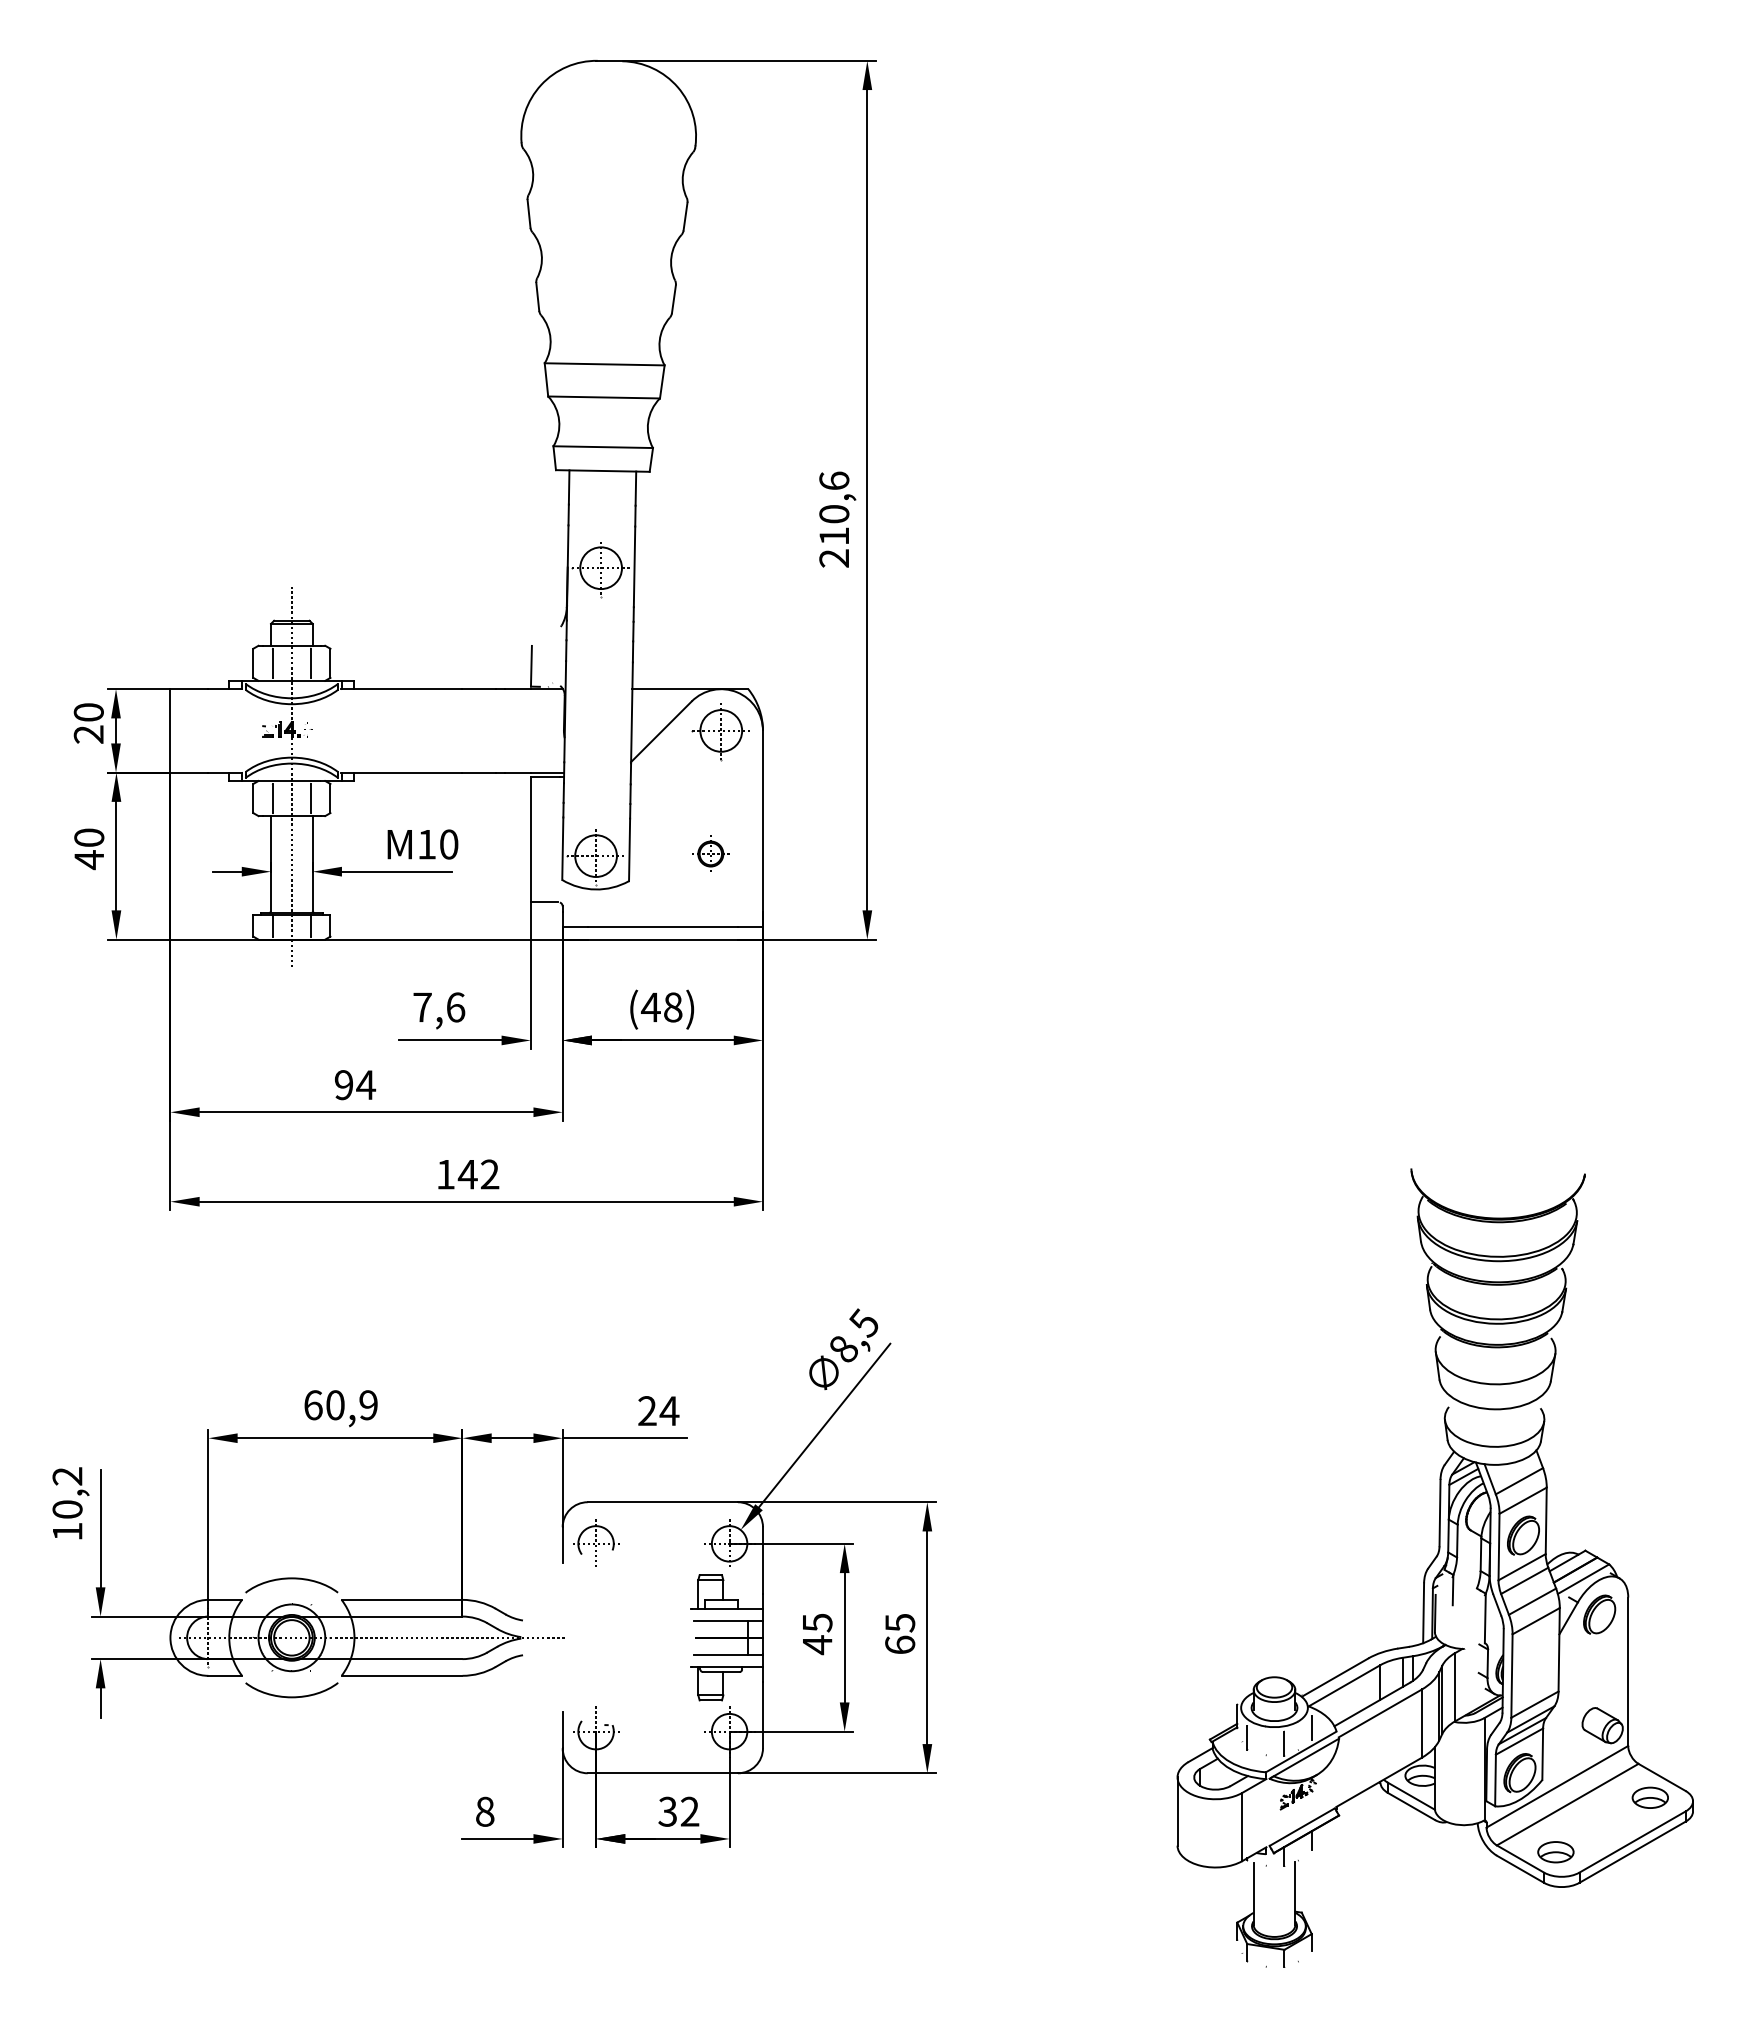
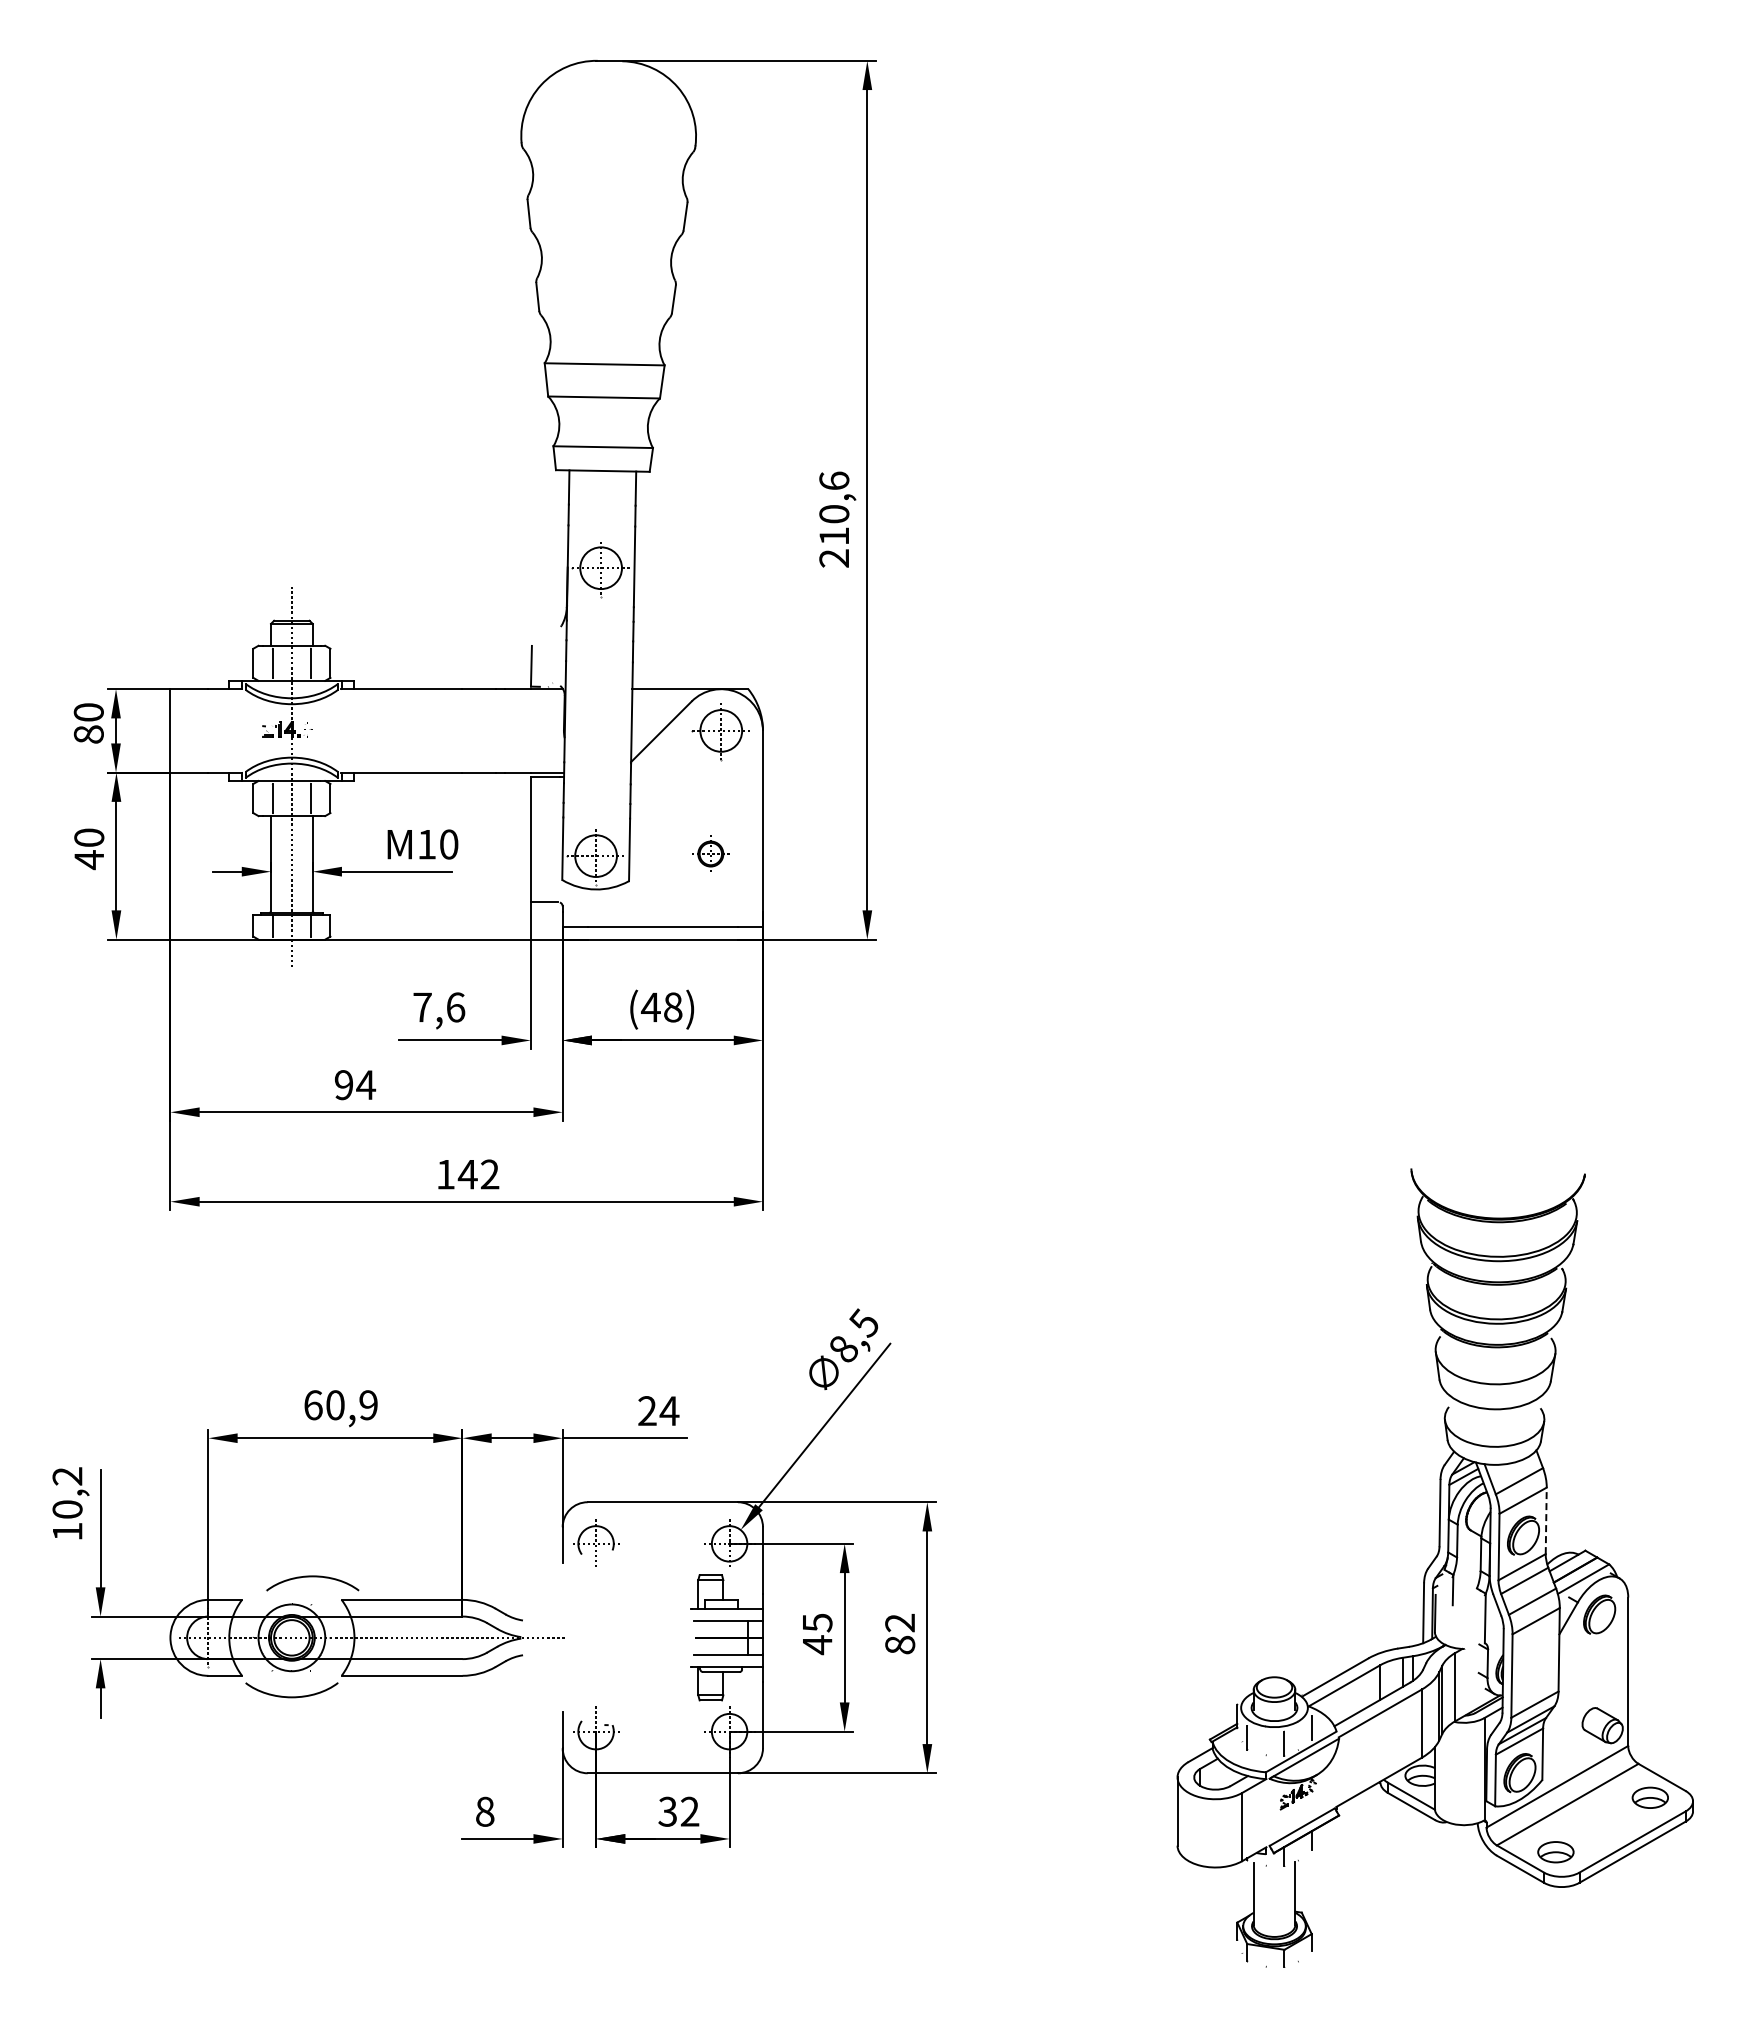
text at (88, 734): 20 -> 80
line at (1546, 1520): solid -> dashed
part at (291, 1585) position: (291, 1585) -> (312, 1583)
text at (900, 1633): 65 -> 82
